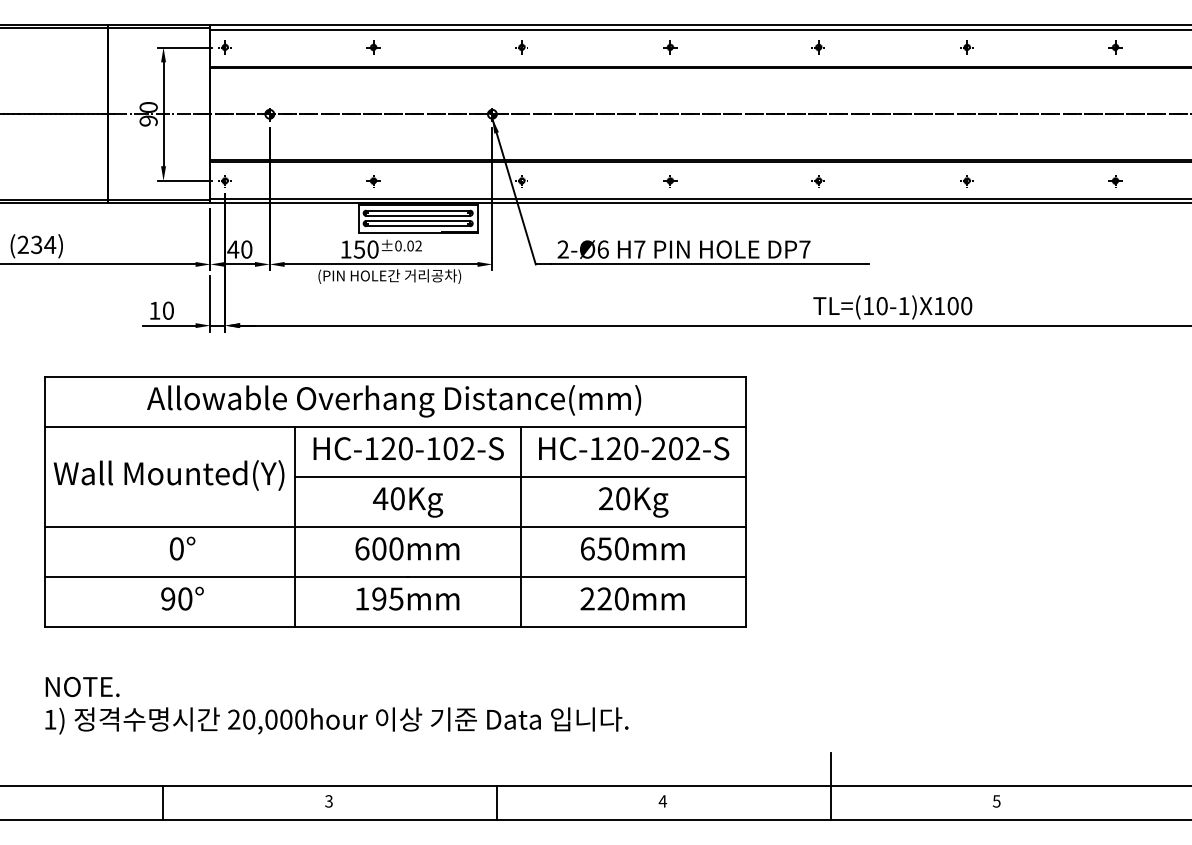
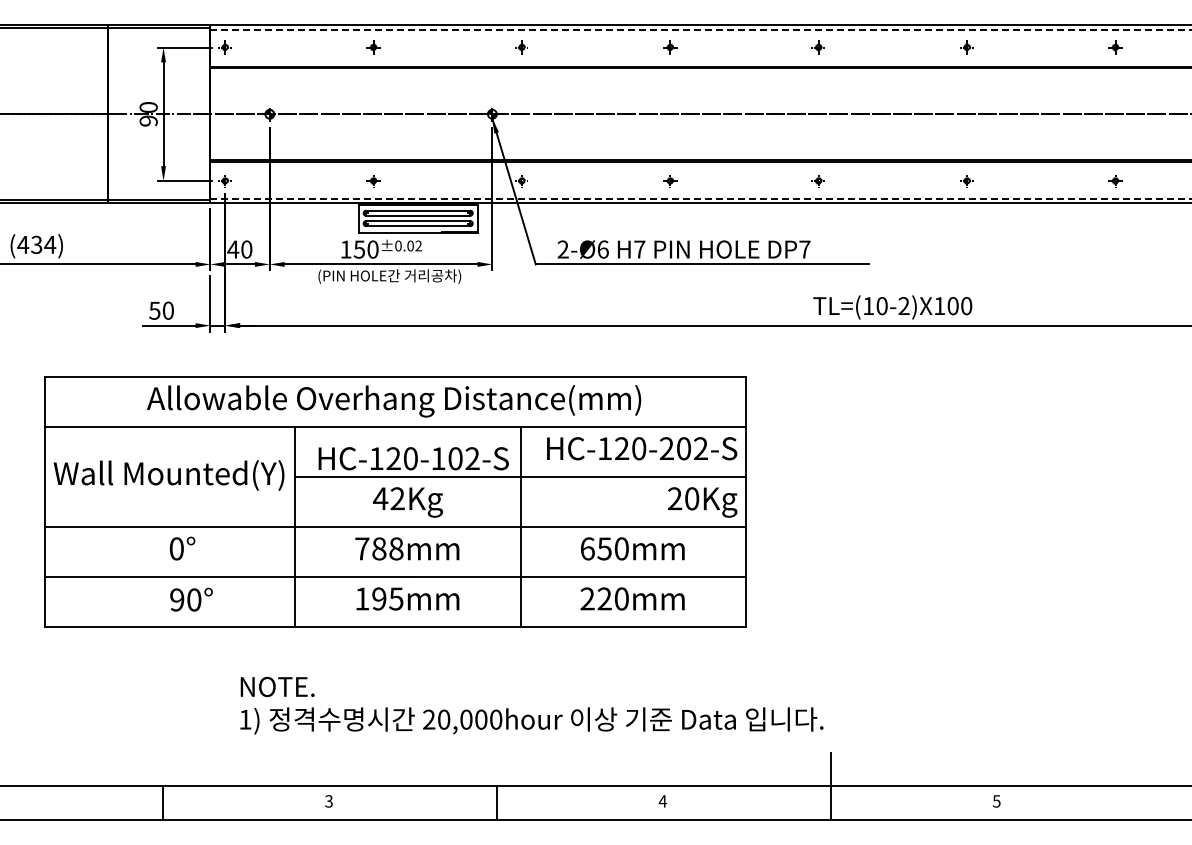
line at (701, 29): solid -> dashed
line at (701, 198): solid -> dashed
text at (23, 244): (234) -> (434)
text at (903, 305): TL=(10-1)X100 -> TL=(10-2)X100
text at (154, 310): 10 -> 50
text at (408, 448) position: (408, 448) -> (413, 458)
text at (634, 448) position: (634, 448) -> (642, 448)
text at (397, 498): 40Kg -> 42Kg
text at (633, 502) position: (633, 502) -> (702, 502)
text at (379, 548): 600mm -> 788mm
text at (182, 598) position: (182, 598) -> (191, 599)
text at (336, 705) position: (336, 705) -> (531, 705)
